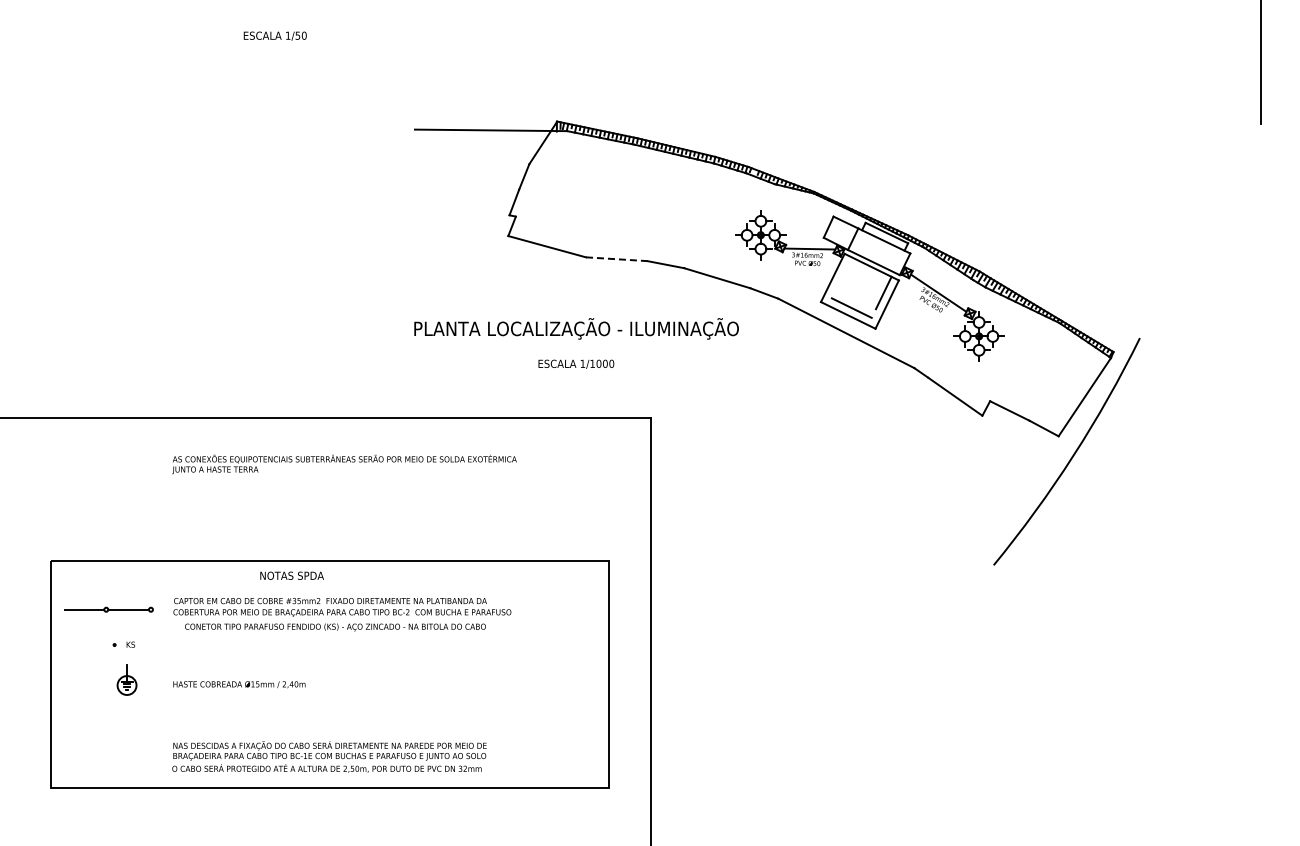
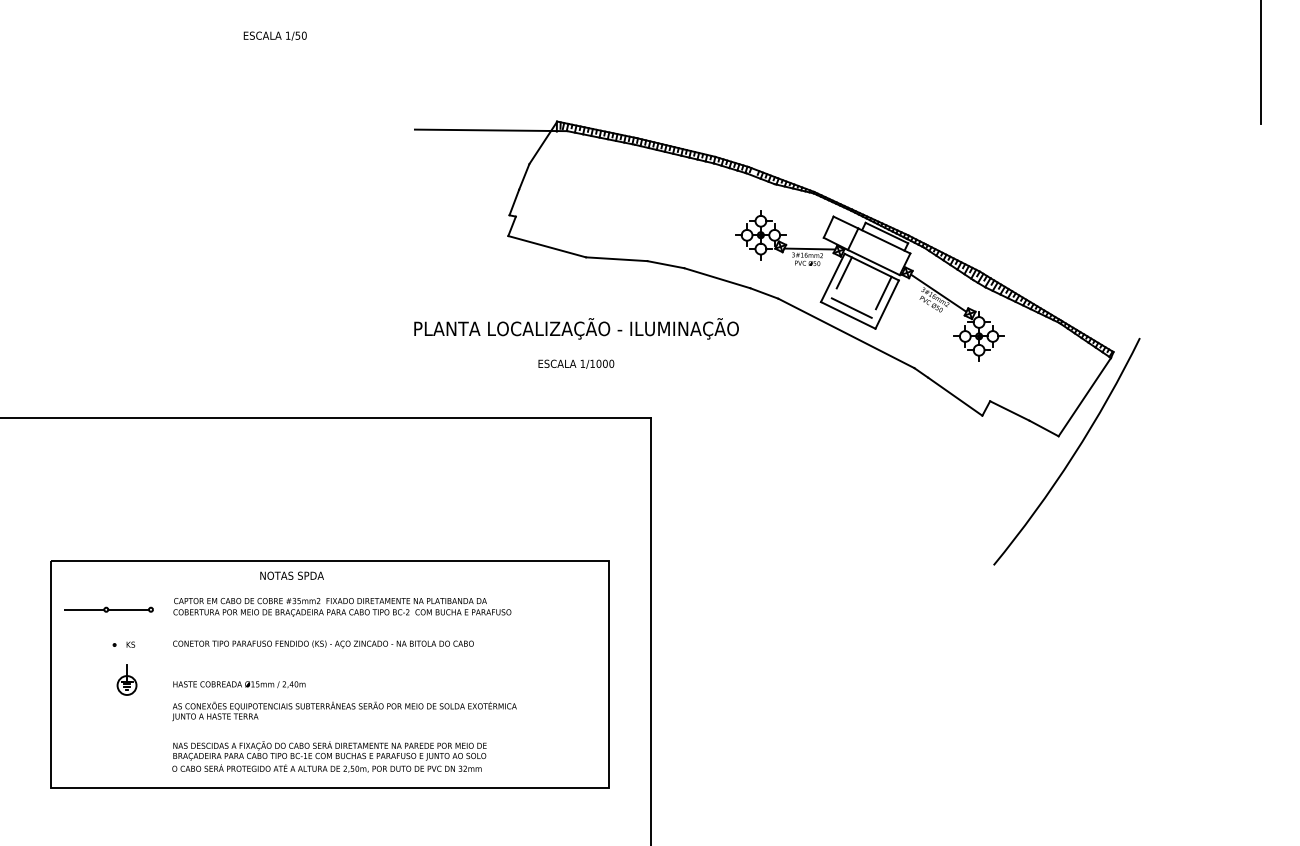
line at (616, 259): dashed -> solid
line at (843, 272): none -> present
text at (344, 464) position: (344, 464) -> (344, 711)
text at (335, 627) position: (335, 627) -> (323, 644)
